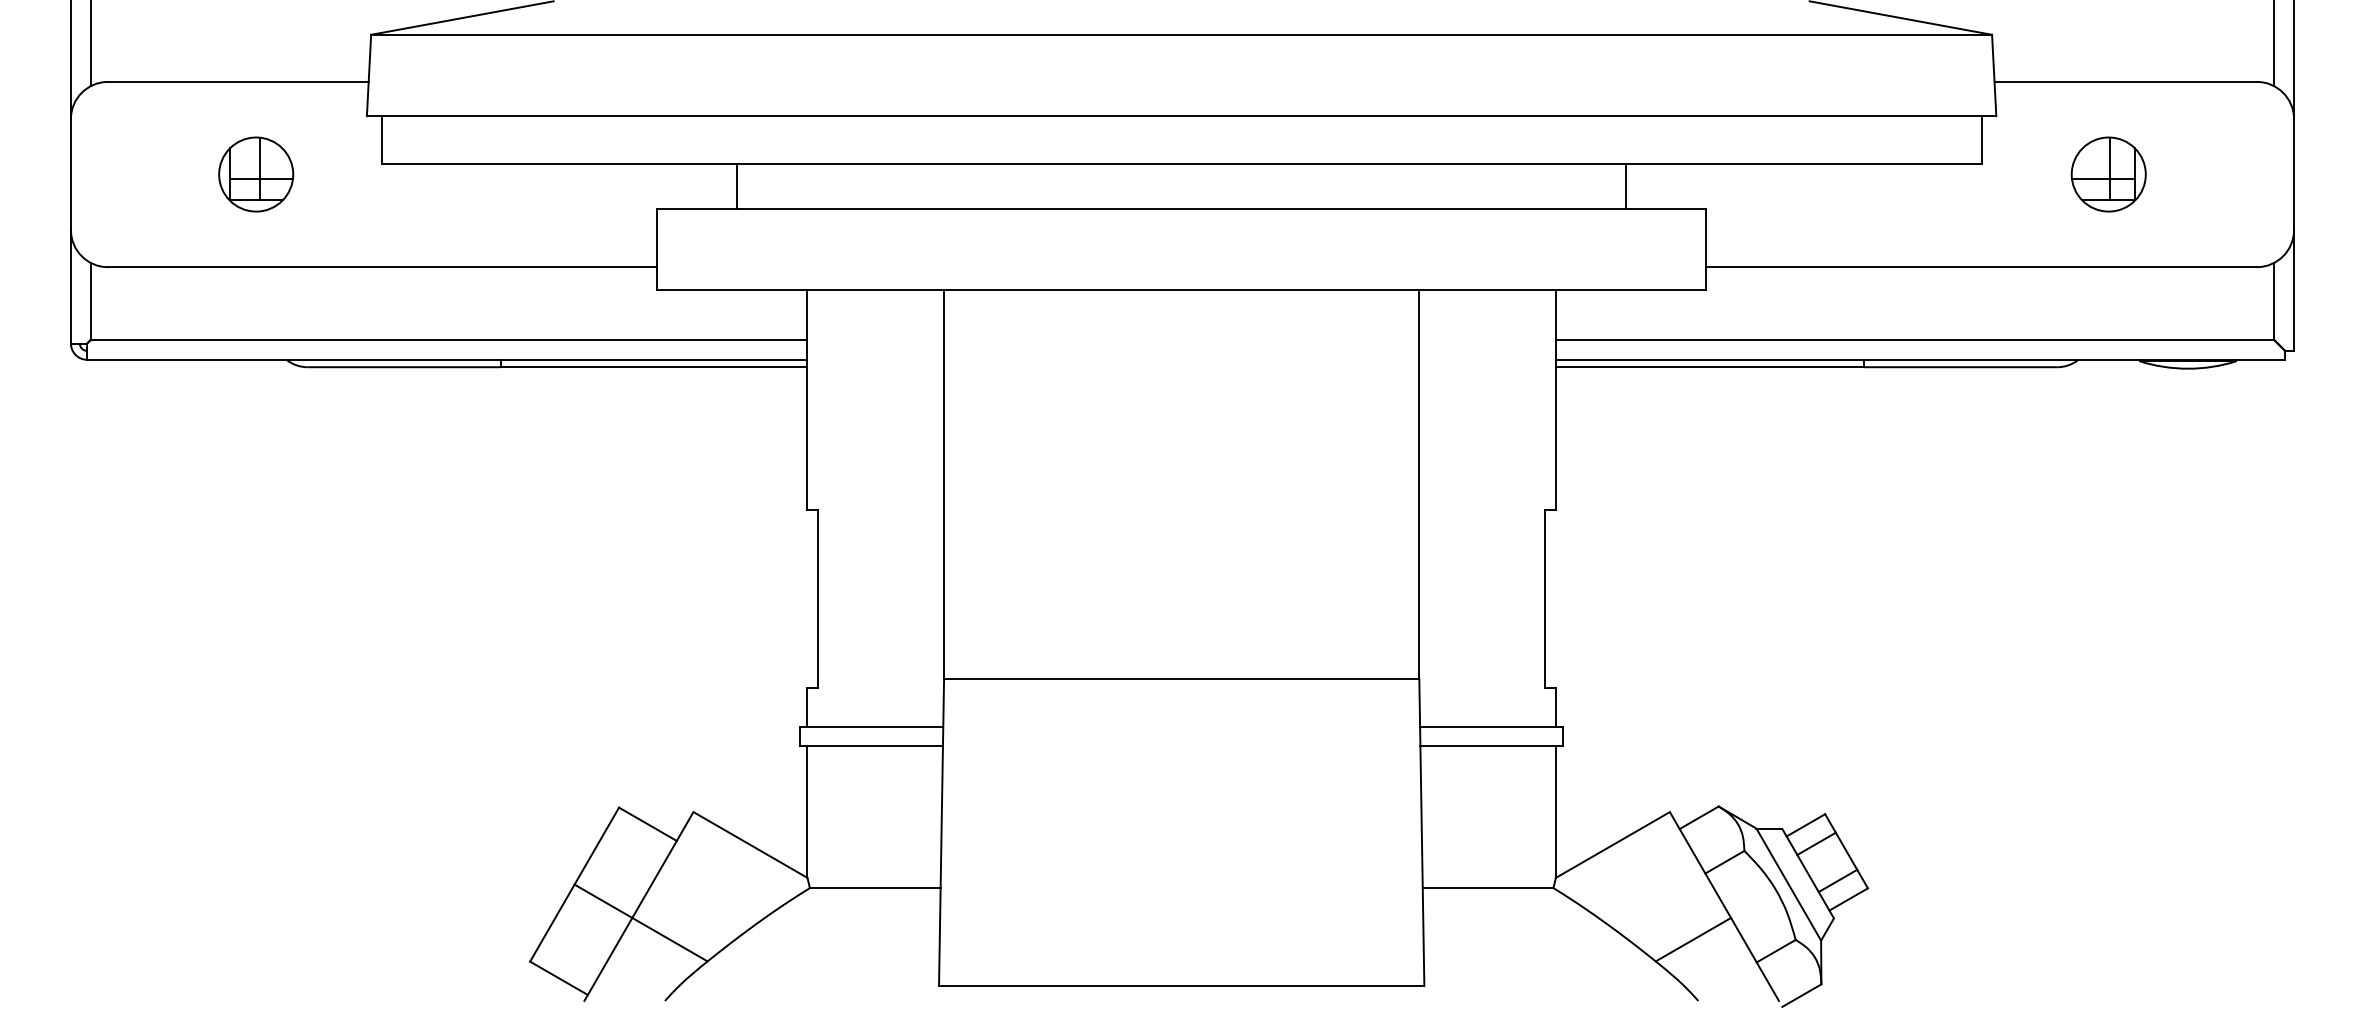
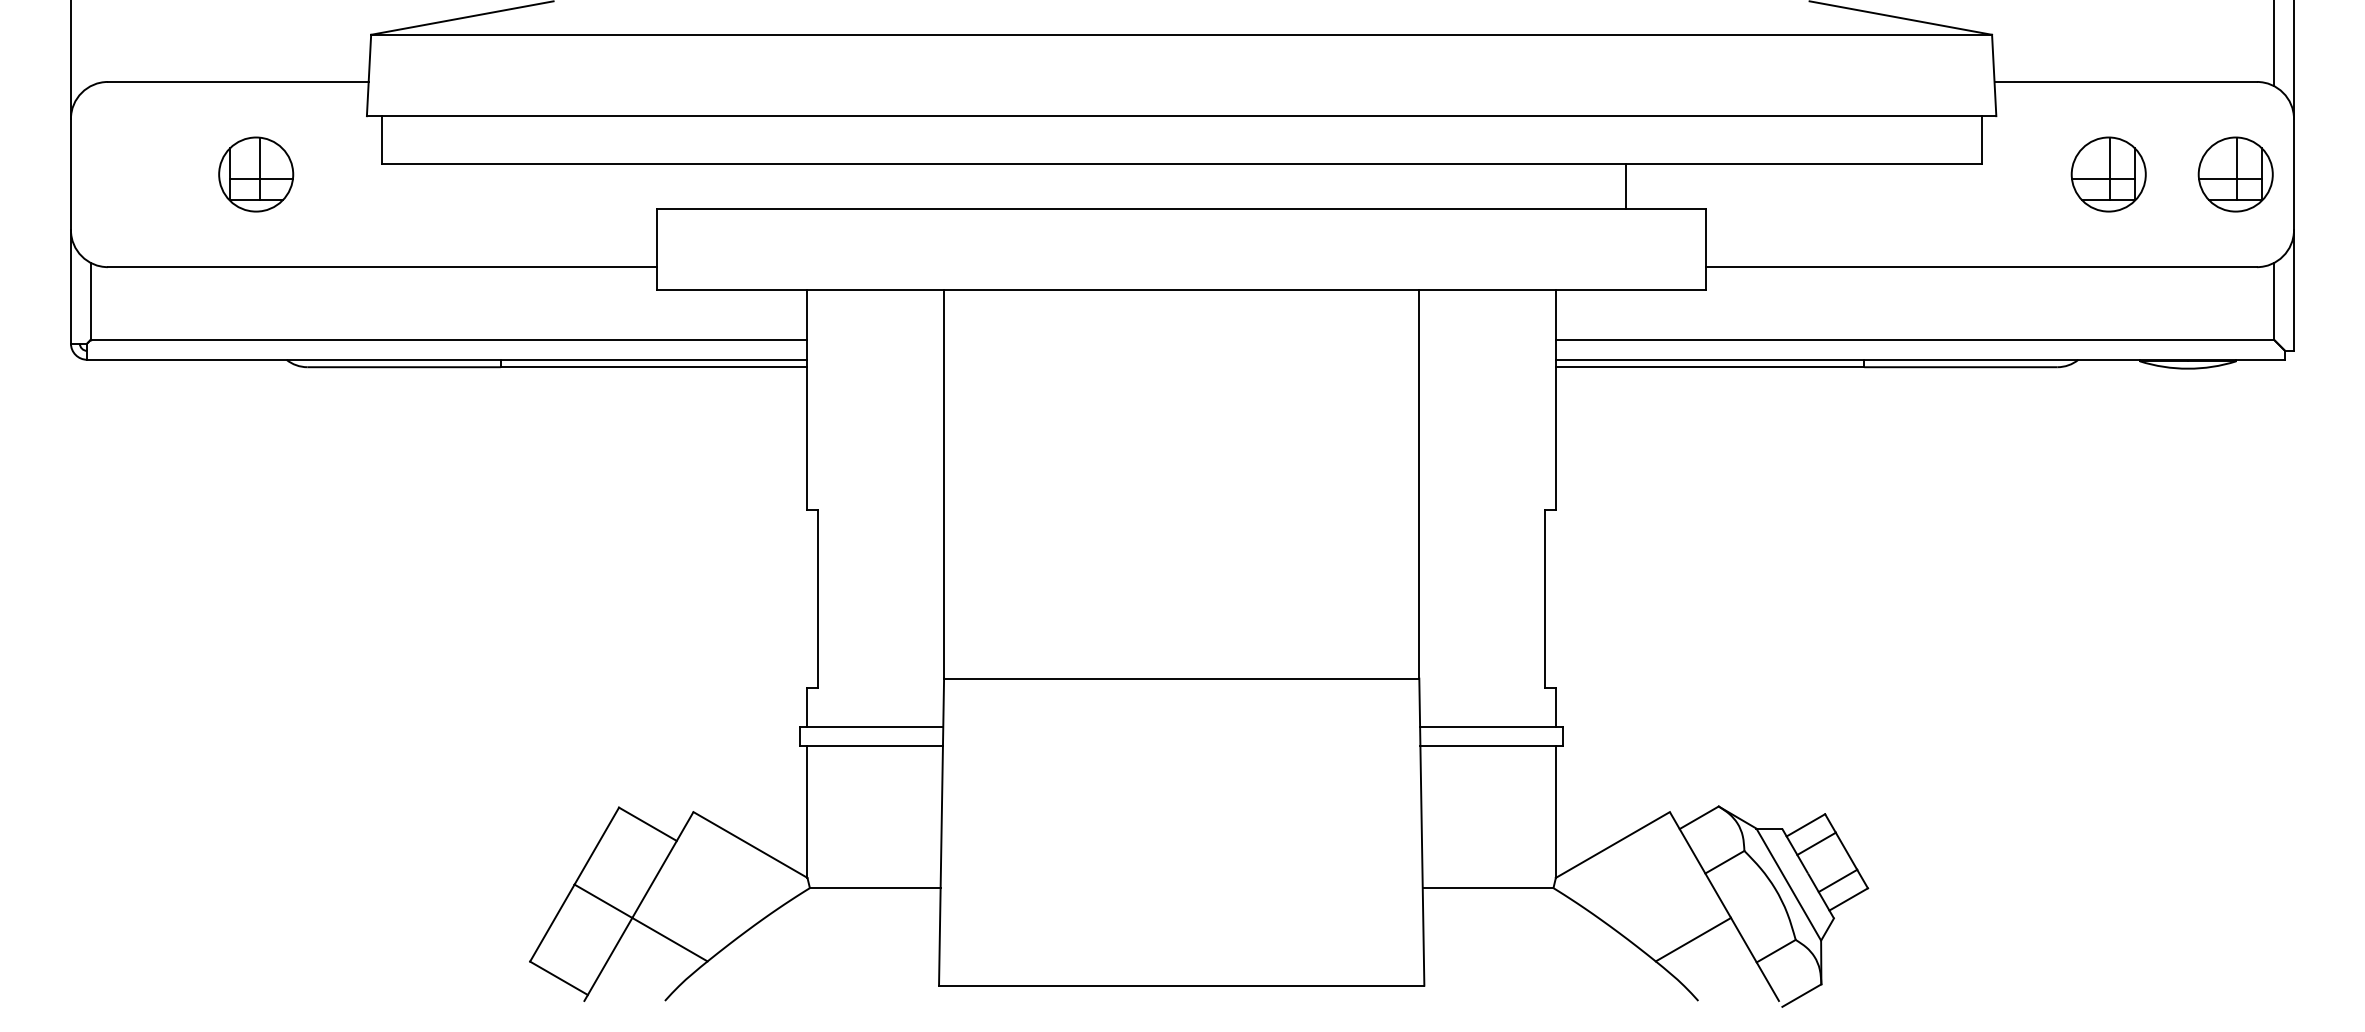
line at (90, 44): present -> none
part at (2235, 174): none -> present
line at (736, 186): present -> none
